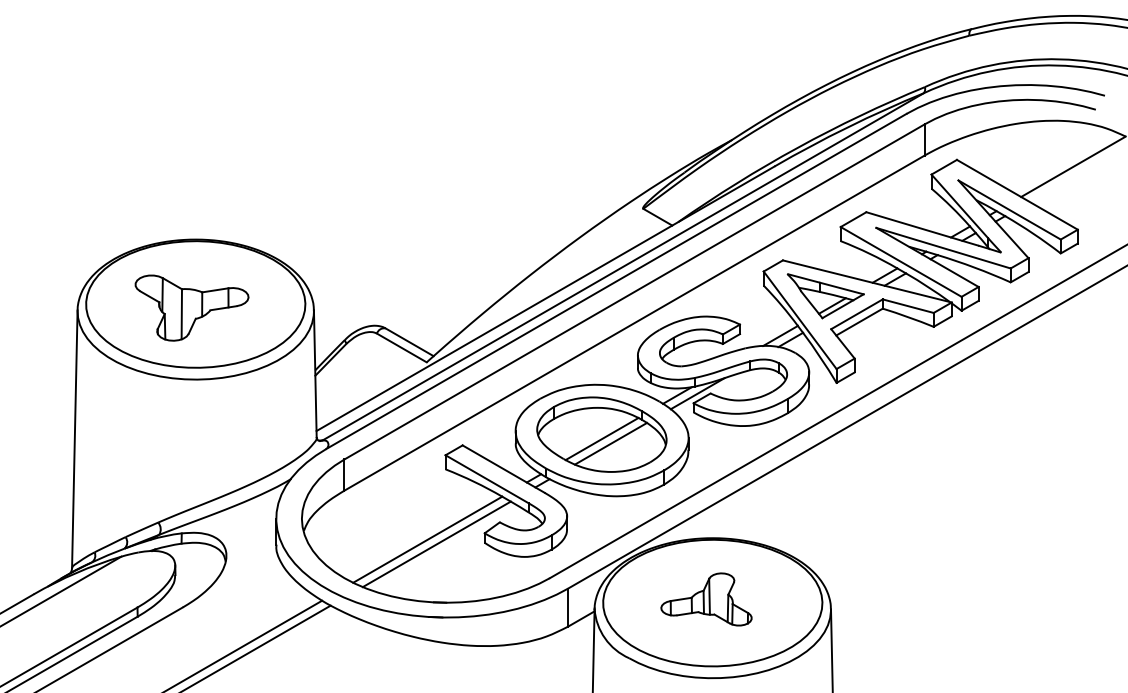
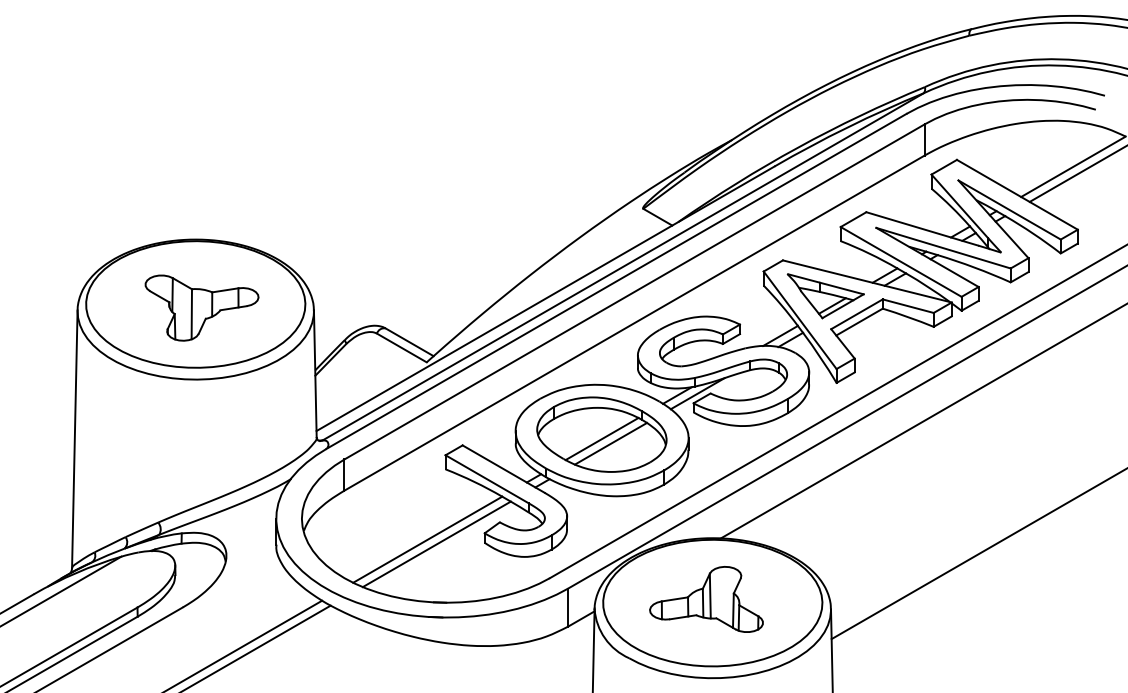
line at (1076, 174): none -> present
part at (191, 307) position: (191, 307) -> (201, 307)
line at (922, 421): none -> present
line at (977, 554): none -> present
part at (706, 599) size: 93x55 px -> 115x67 px
